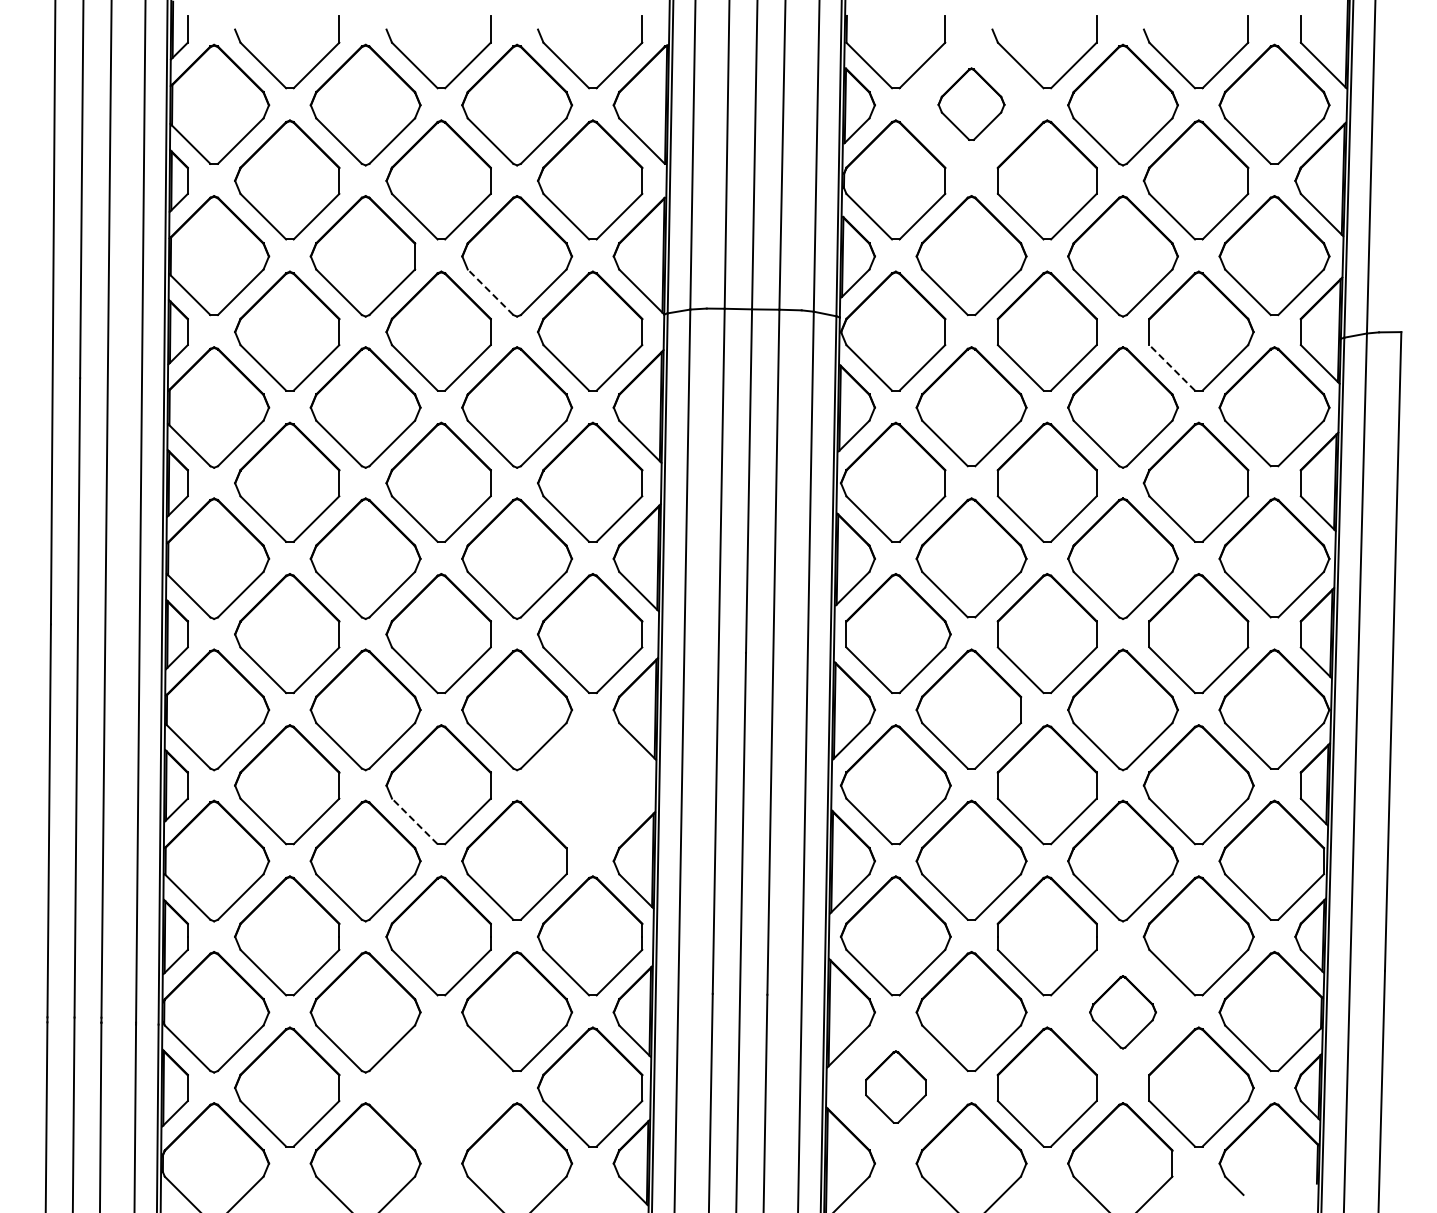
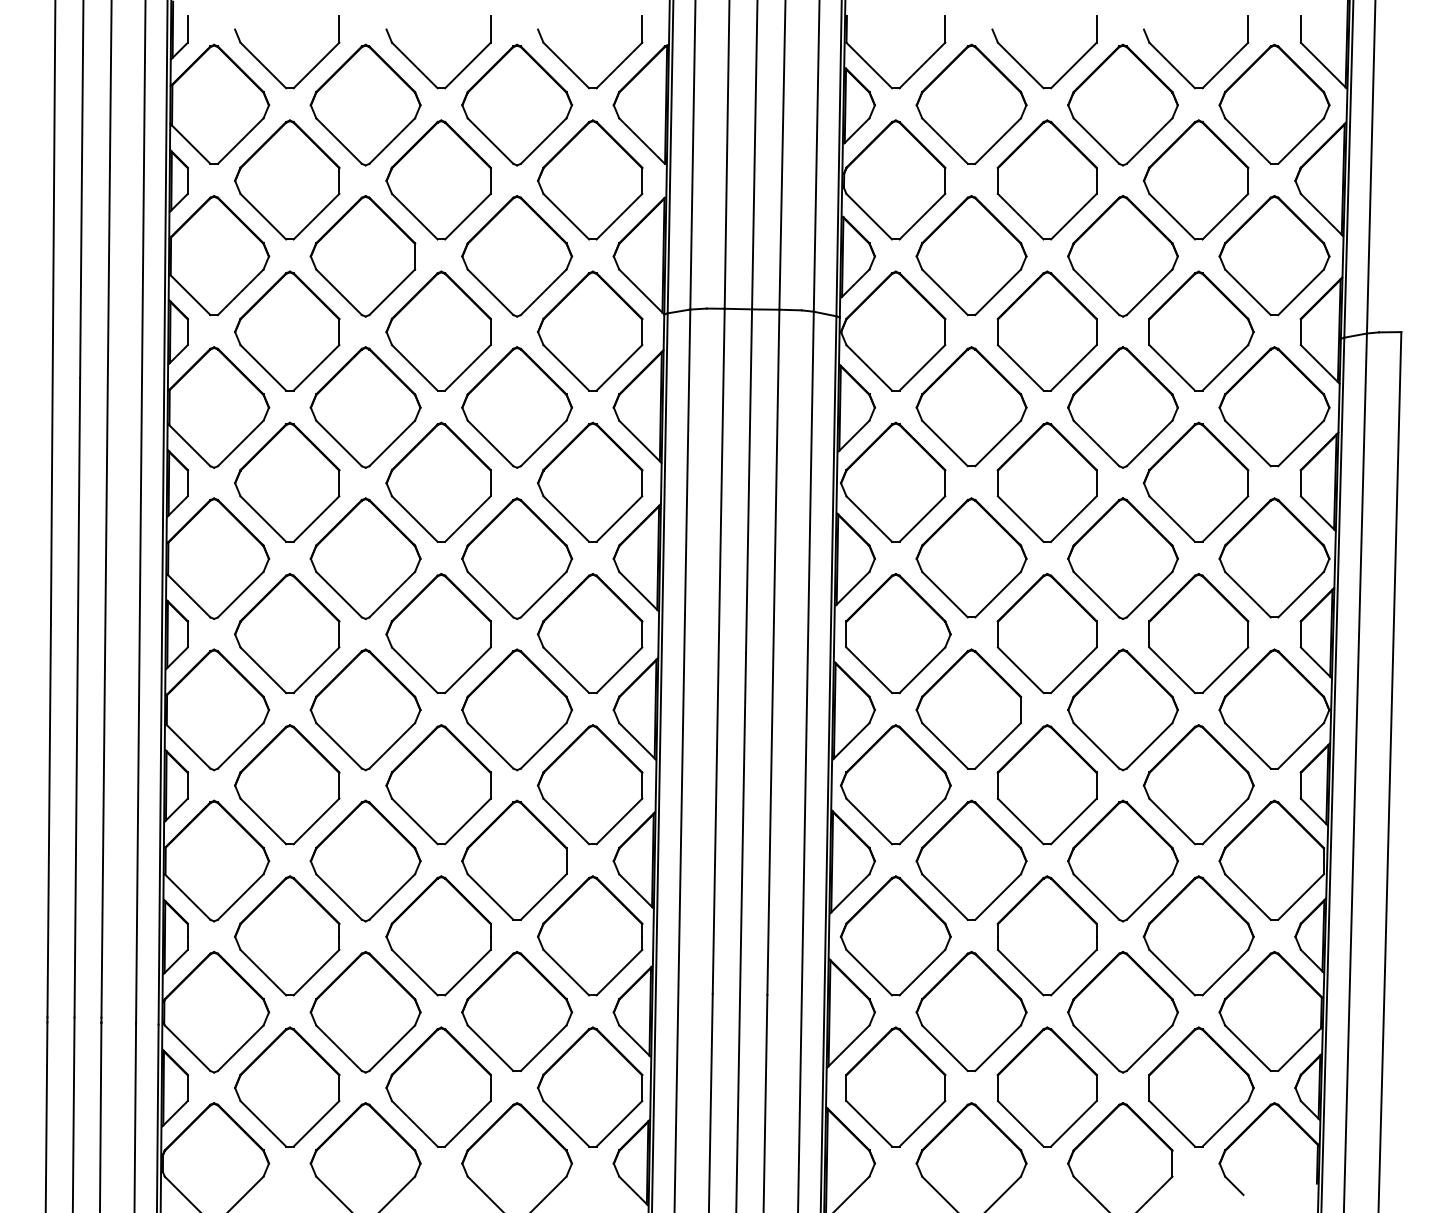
part at (971, 103) size: 69x74 px -> 113x122 px
line at (490, 291): dashed -> solid
line at (1171, 367): dashed -> solid
part at (590, 784): none -> present
line at (414, 821): dashed -> solid
part at (1122, 1012) size: 68x75 px -> 112x123 px
part at (438, 1086): none -> present
part at (895, 1086) size: 62x74 px -> 102x122 px
